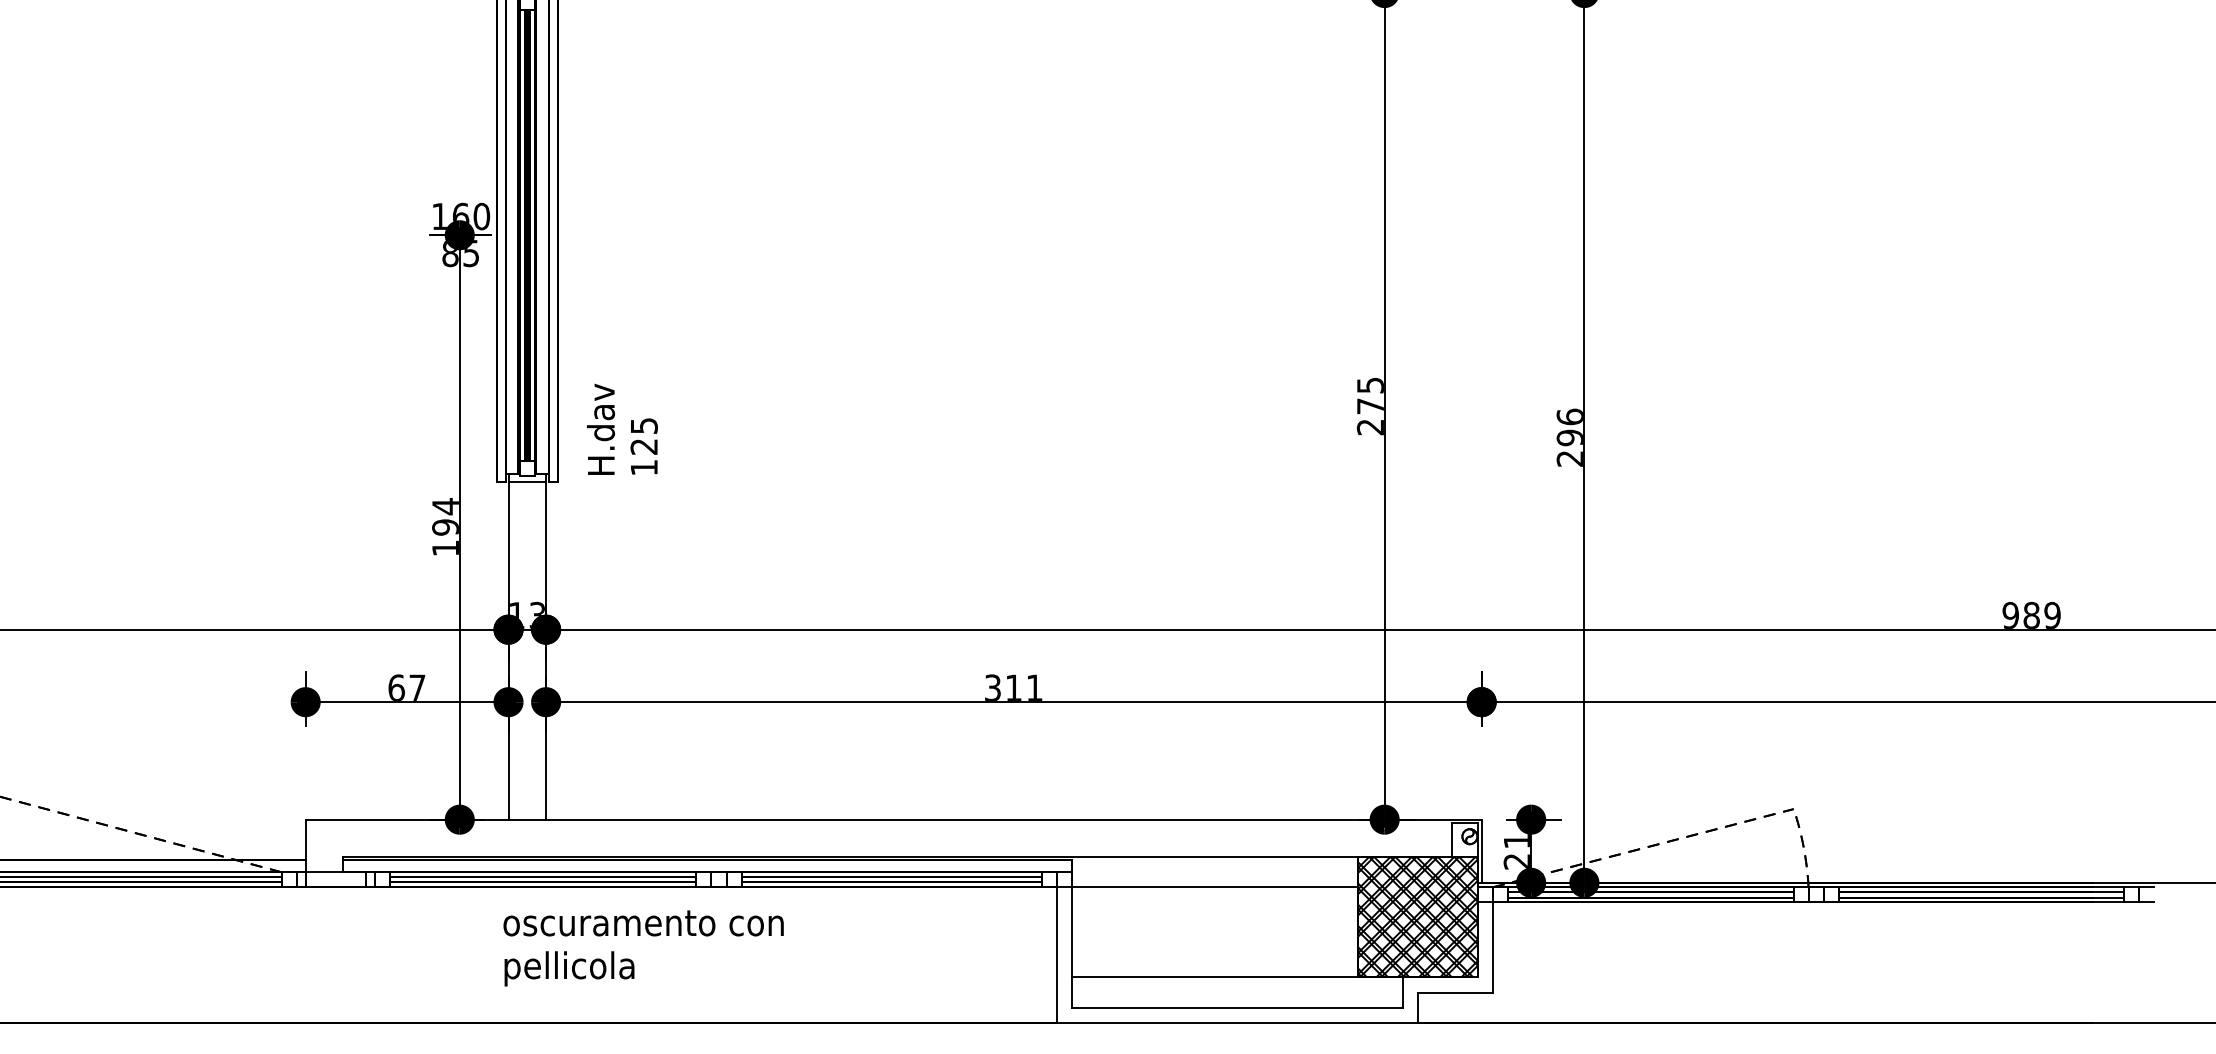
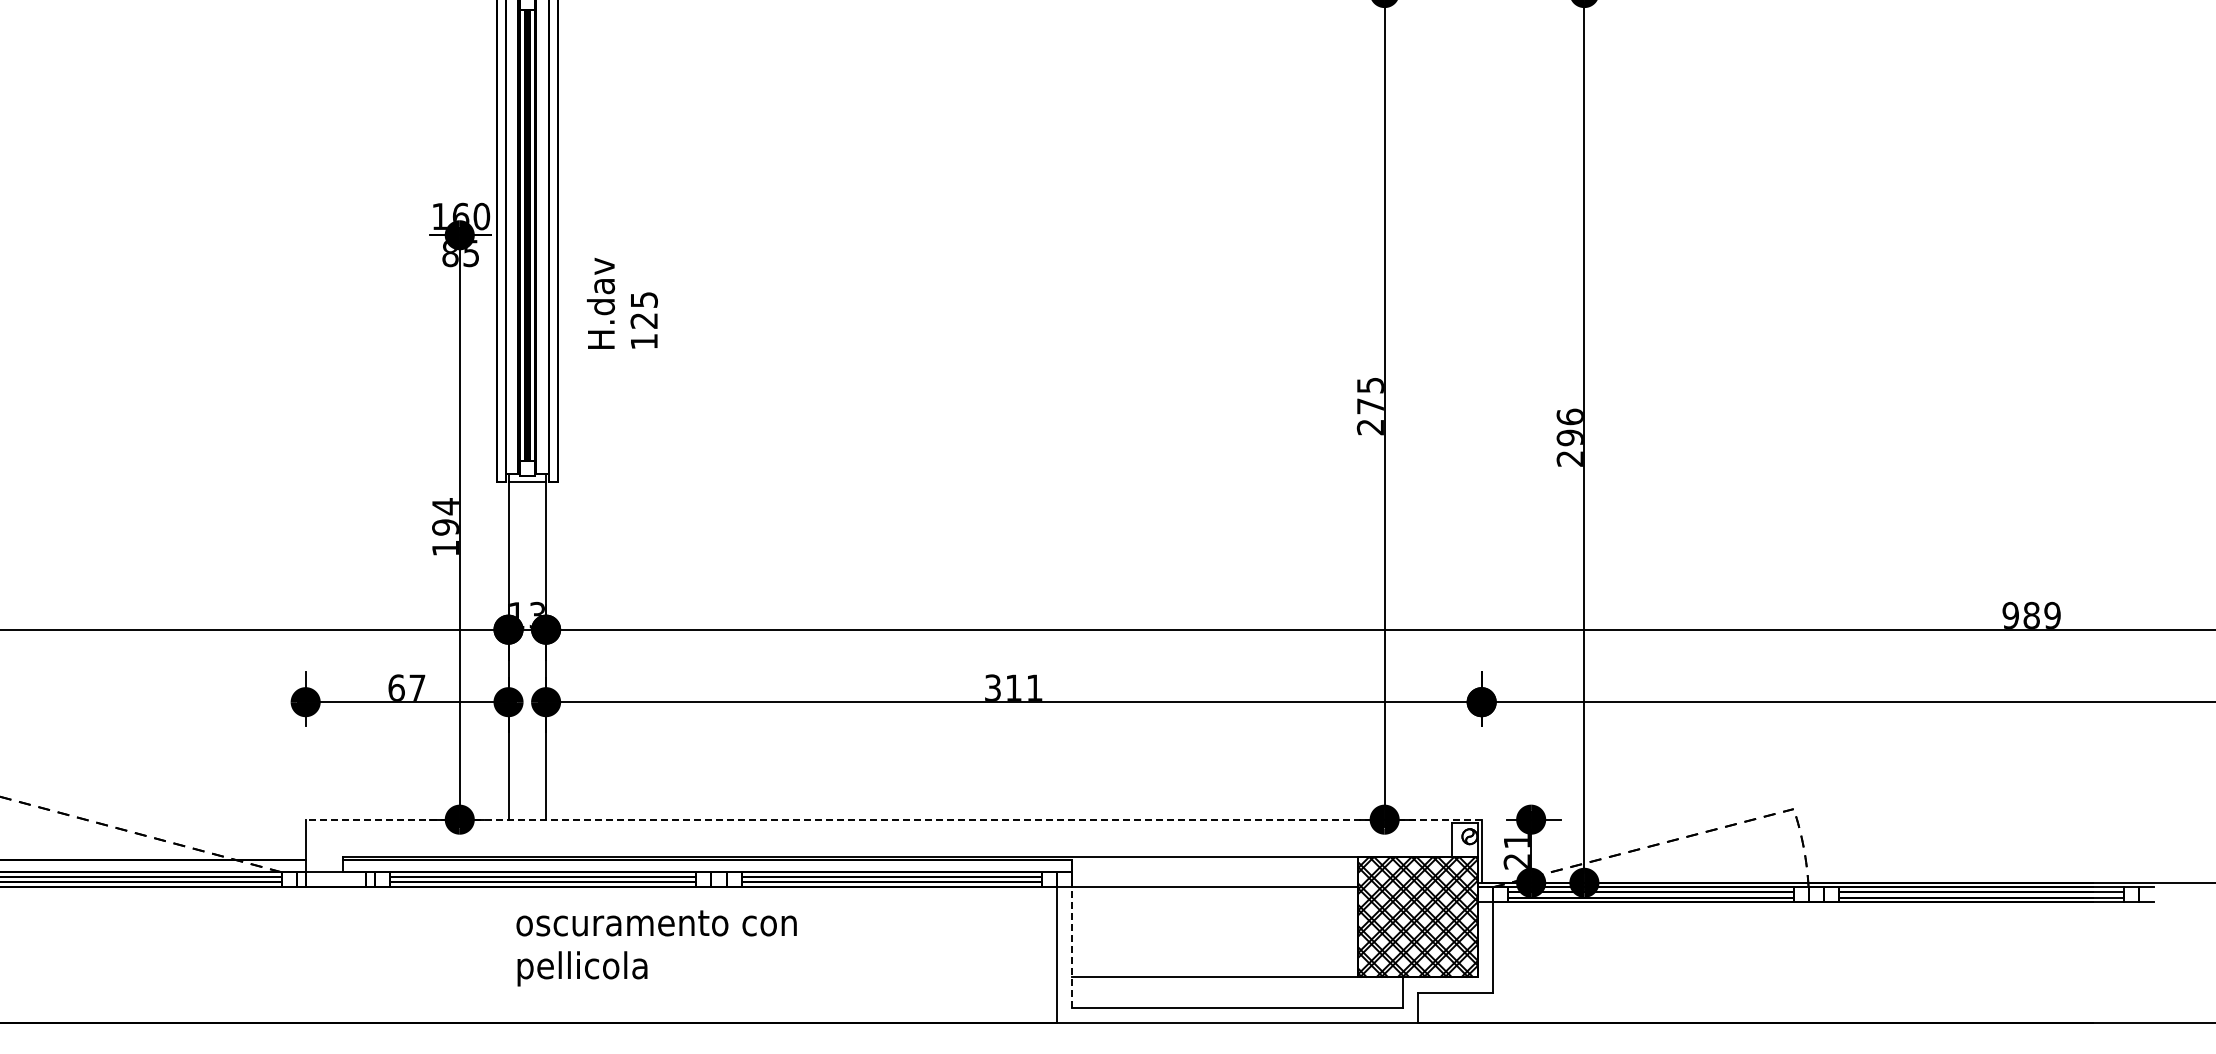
text at (622, 429) position: (622, 429) -> (622, 303)
line at (893, 819): solid -> dashed
line at (1072, 946): solid -> dashed
text at (643, 948) position: (643, 948) -> (656, 948)
